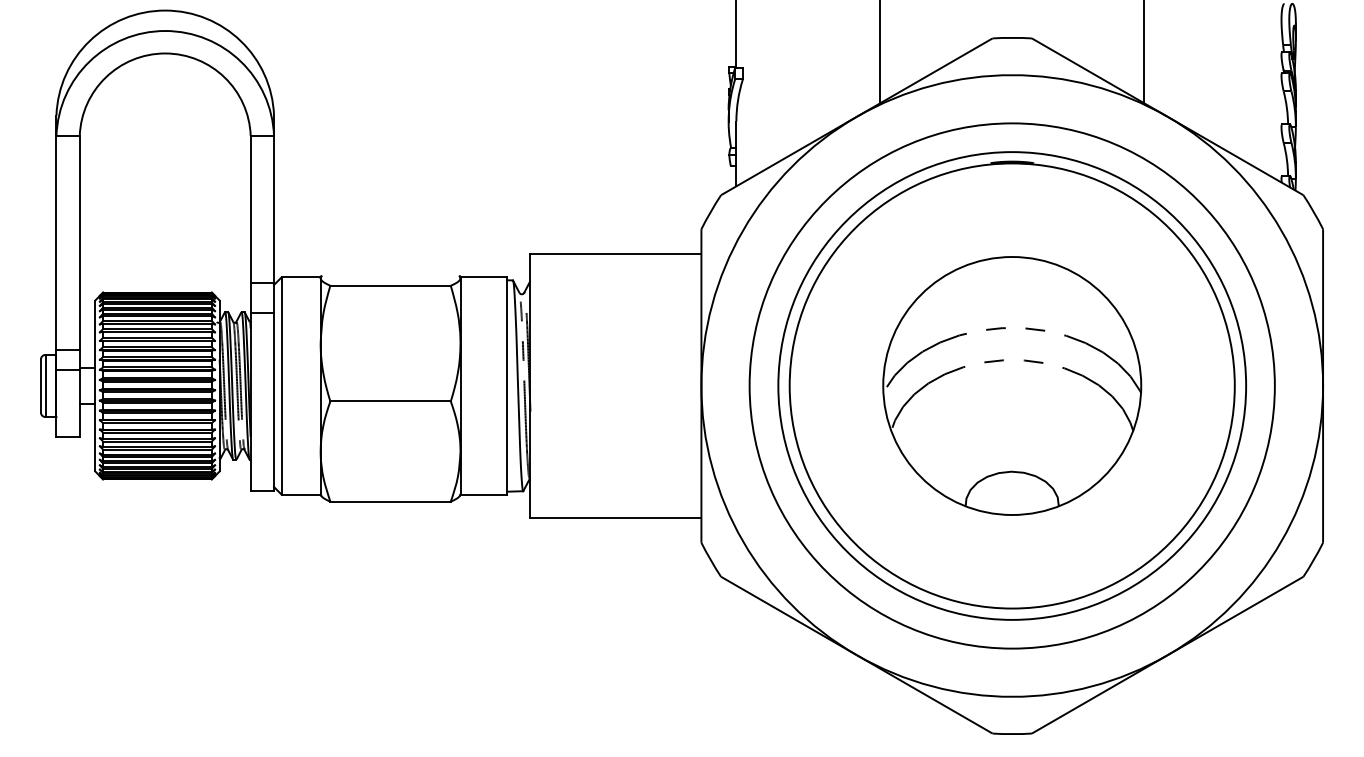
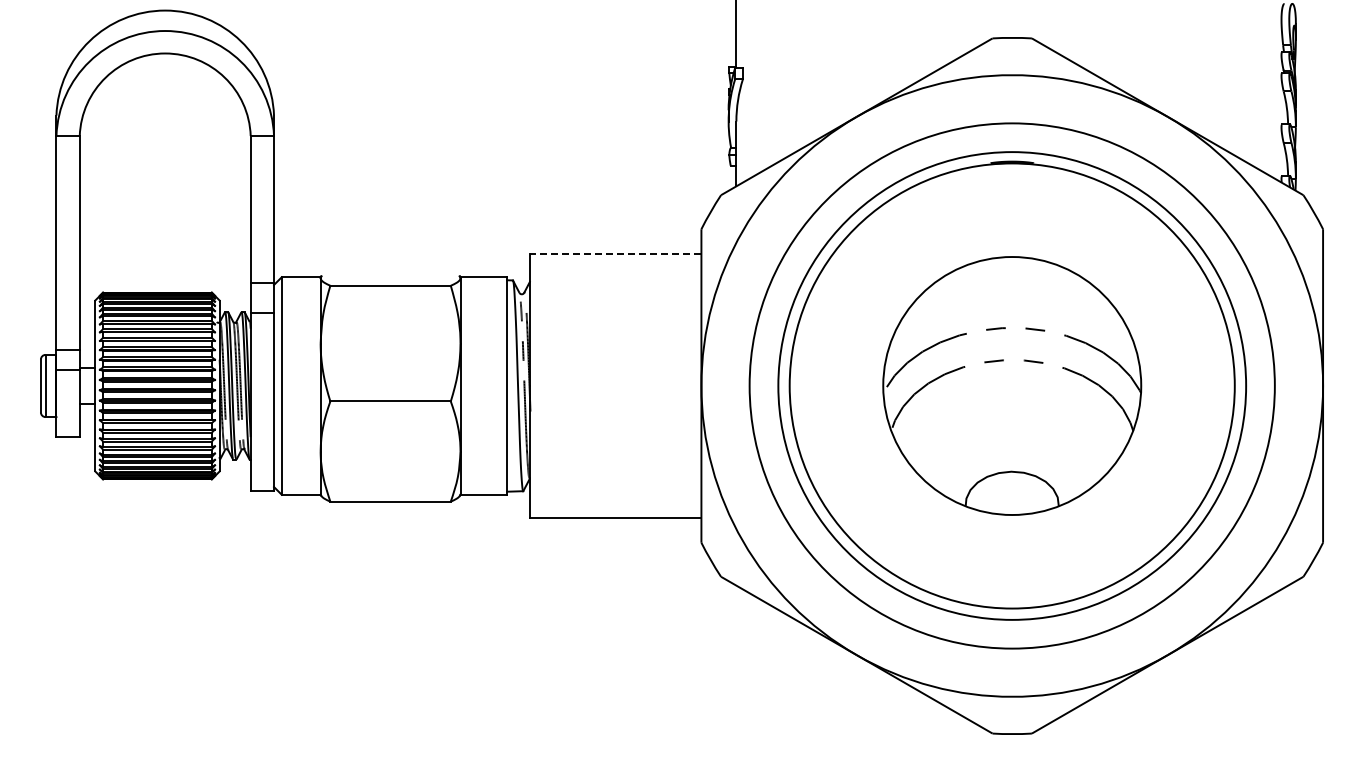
line at (880, 52): present -> none
line at (1144, 52): present -> none
line at (615, 253): solid -> dashed
